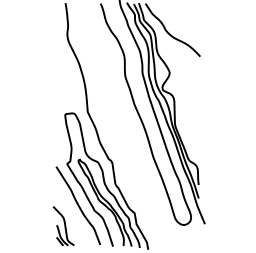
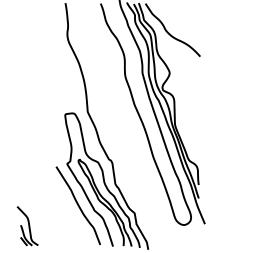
part at (63, 226) position: (63, 226) -> (27, 226)
